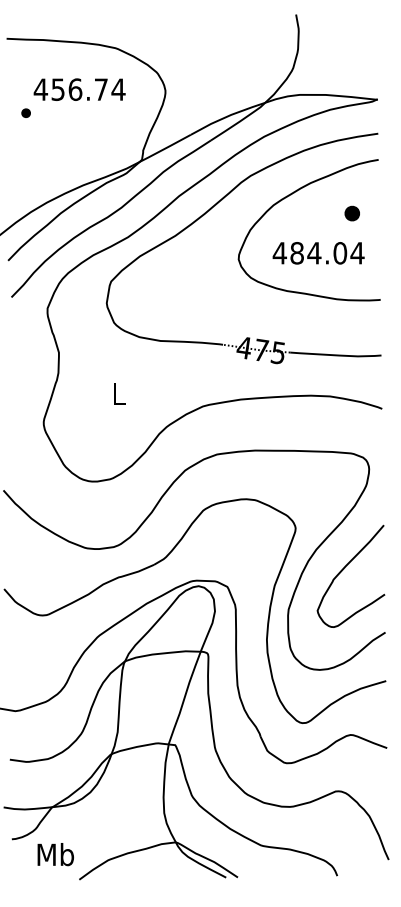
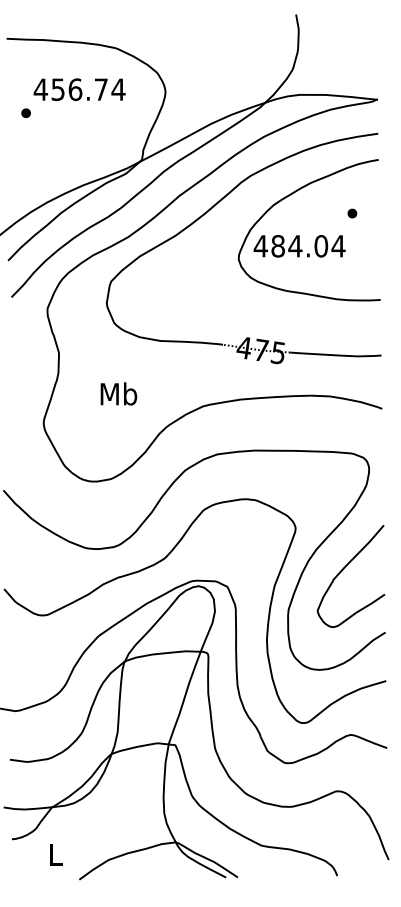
part at (351, 213) size: 16x17 px -> 11x11 px
text at (318, 253) position: (318, 253) -> (299, 246)
text at (118, 393): L -> Mb
text at (55, 854): Mb -> L
